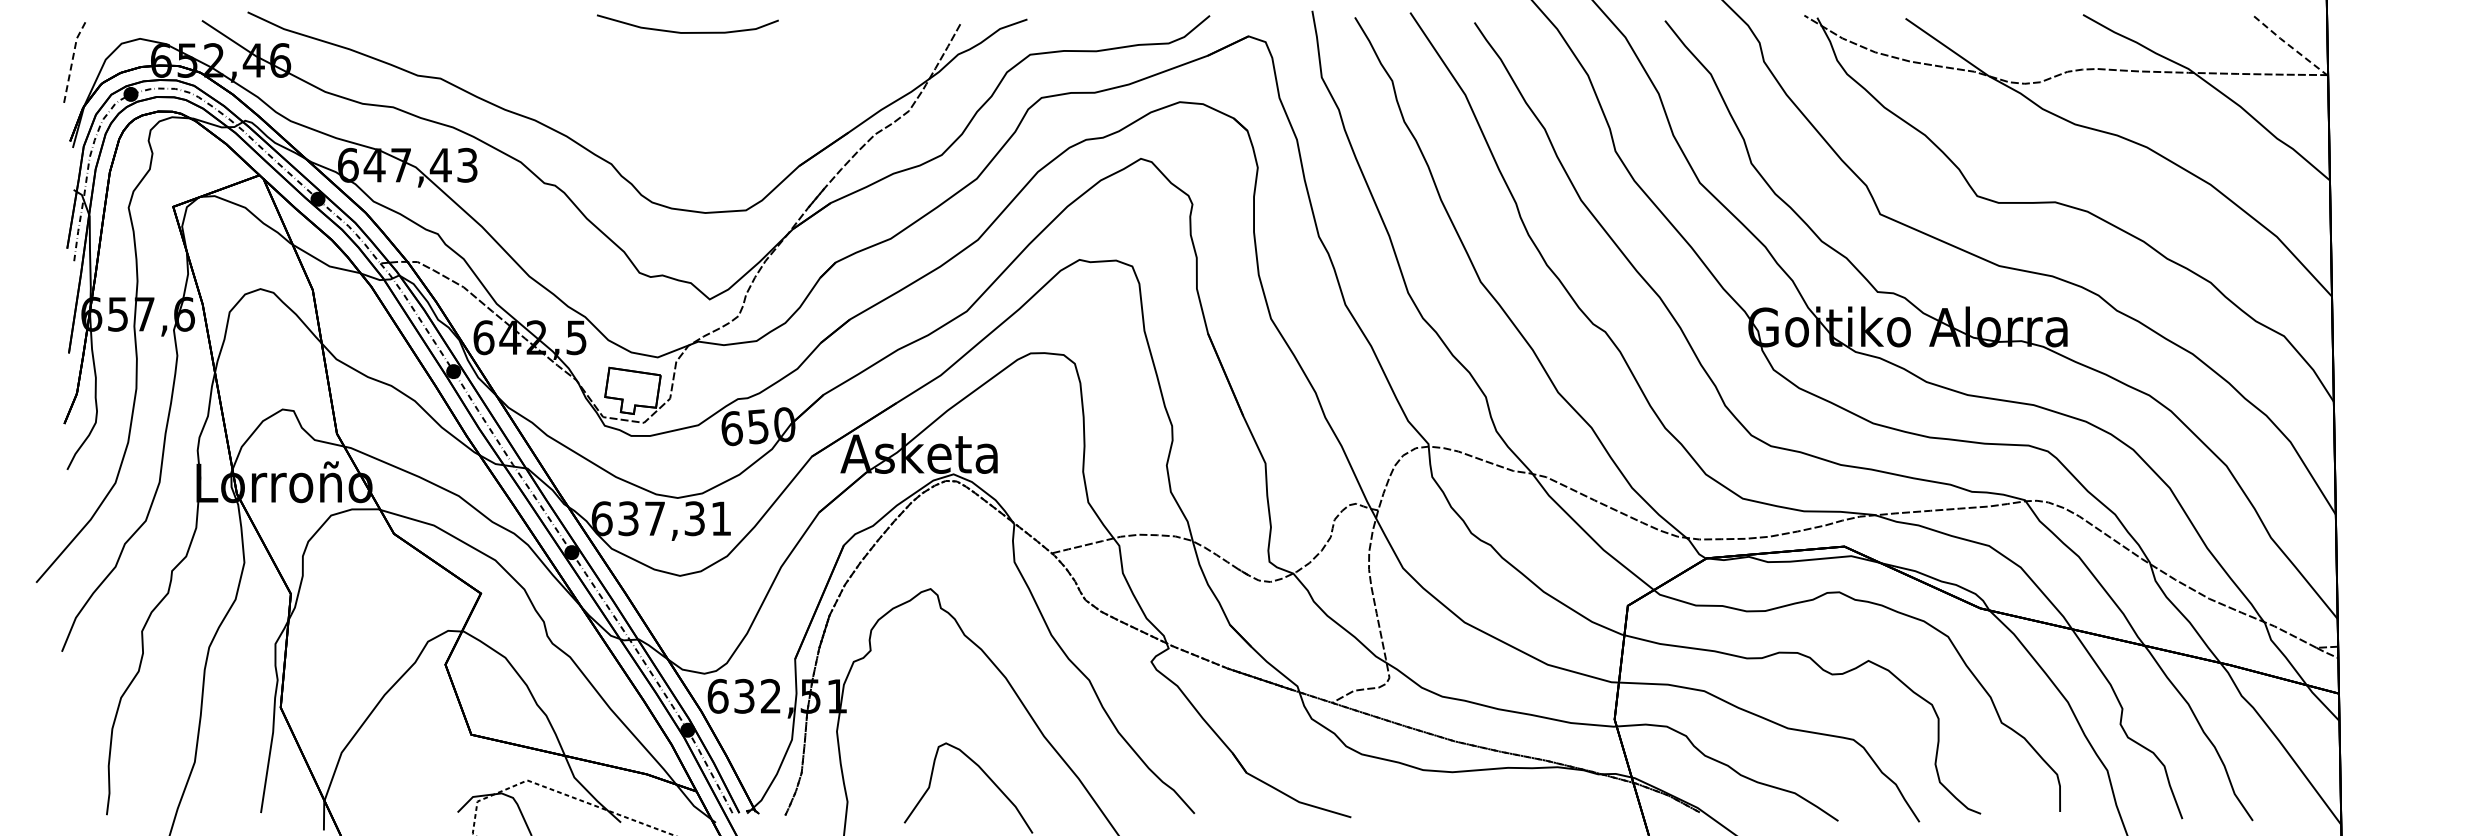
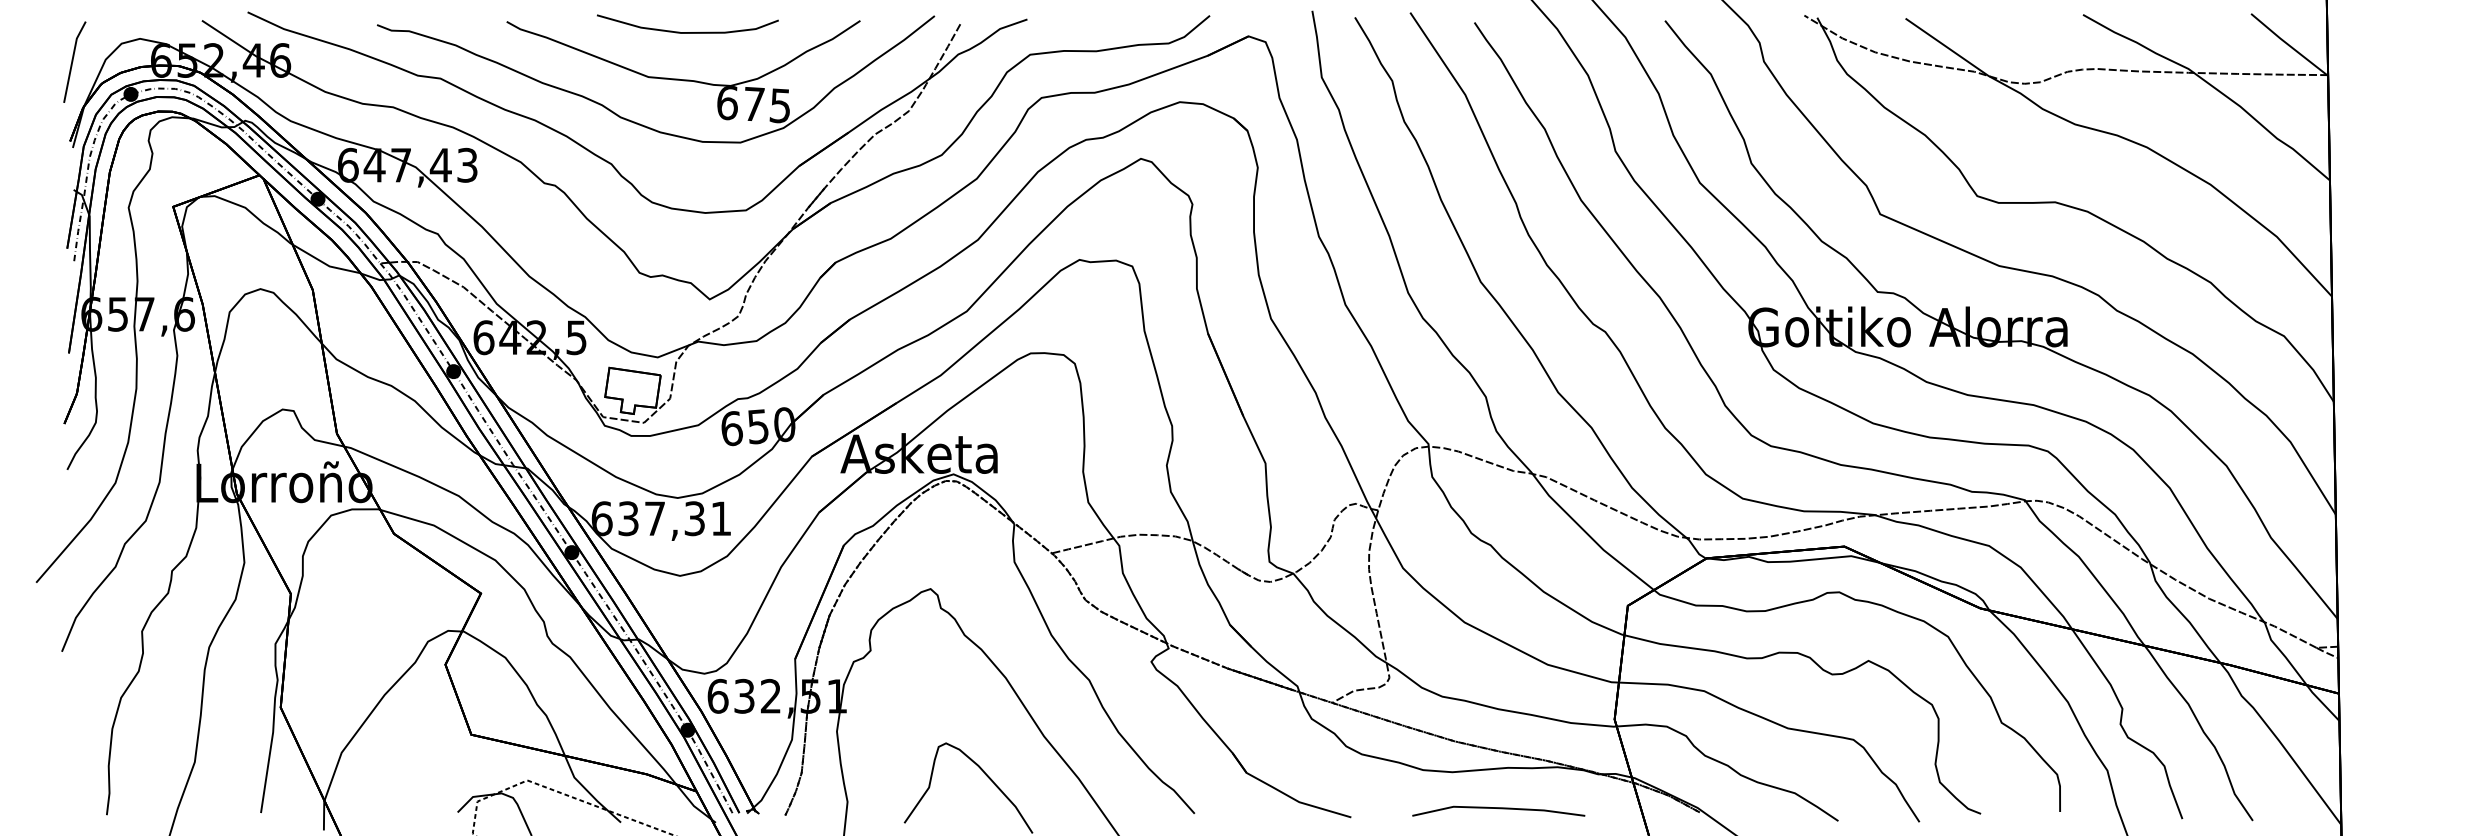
line at (2288, 44): dashed -> solid
line at (72, 60): dashed -> solid
part at (656, 79): none -> present
line at (1499, 809): none -> present
